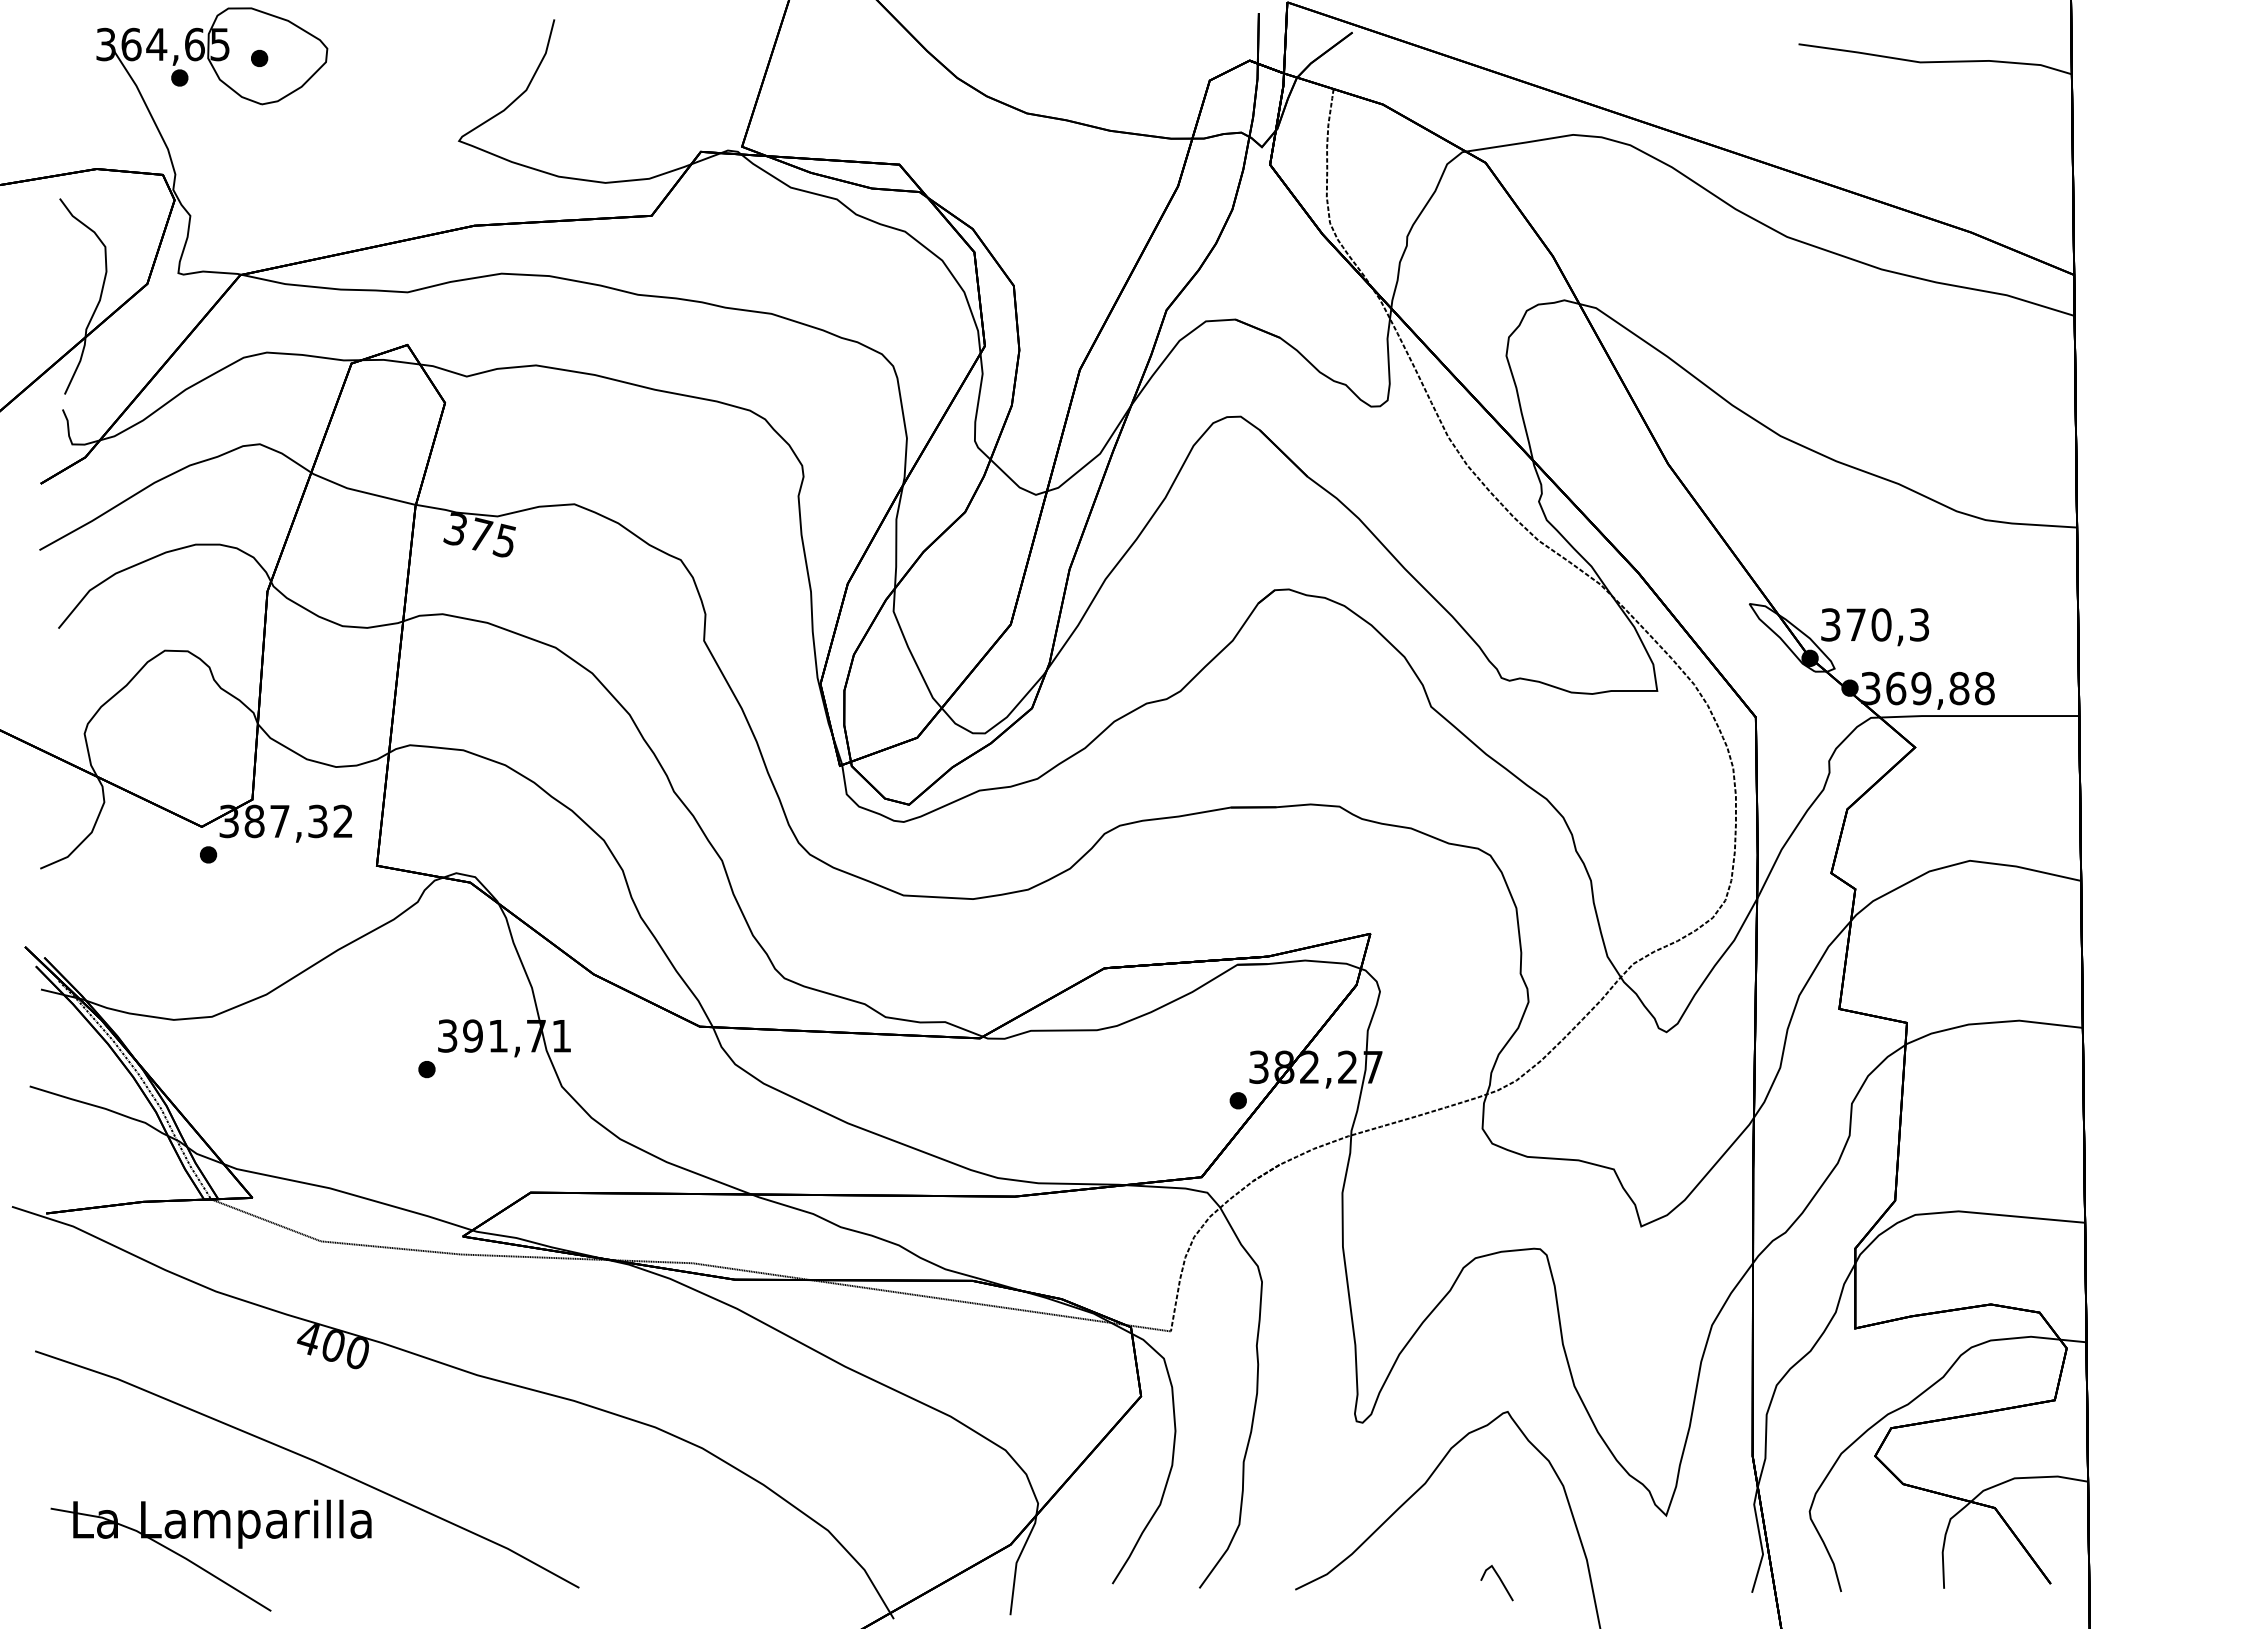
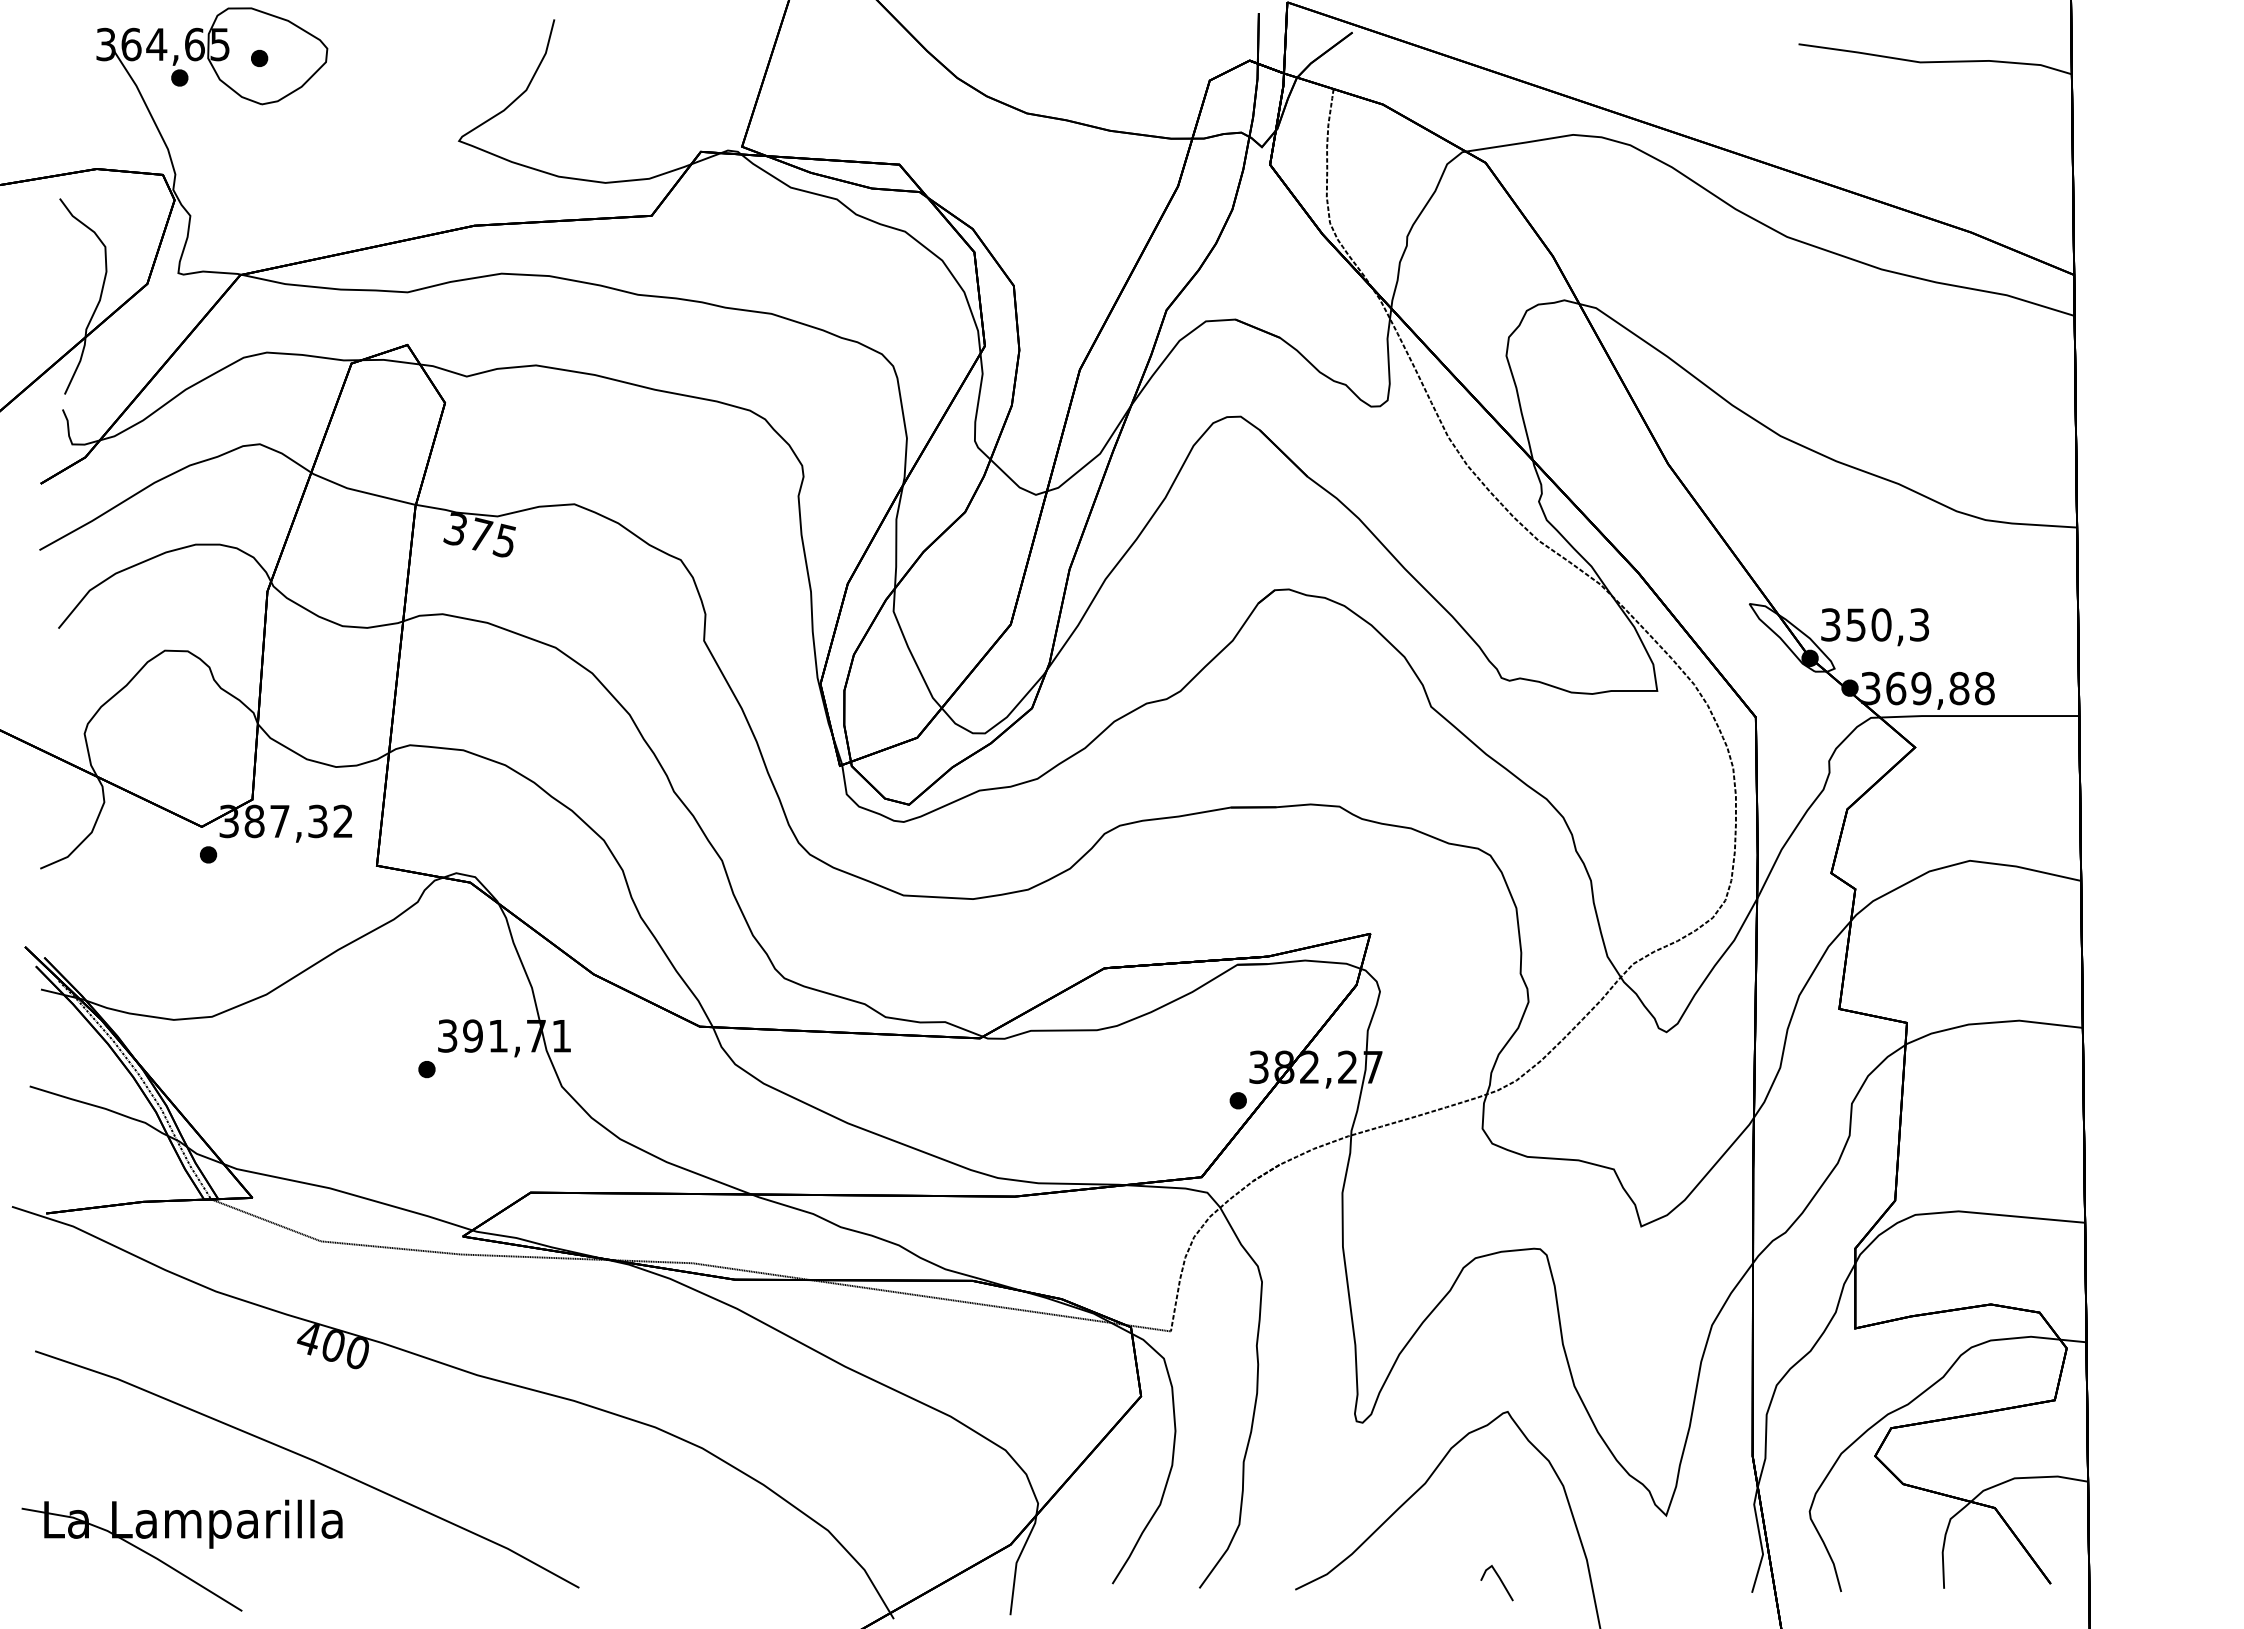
text at (1855, 624): 370,3 -> 350,3
part at (202, 1567) position: (202, 1567) -> (173, 1567)
